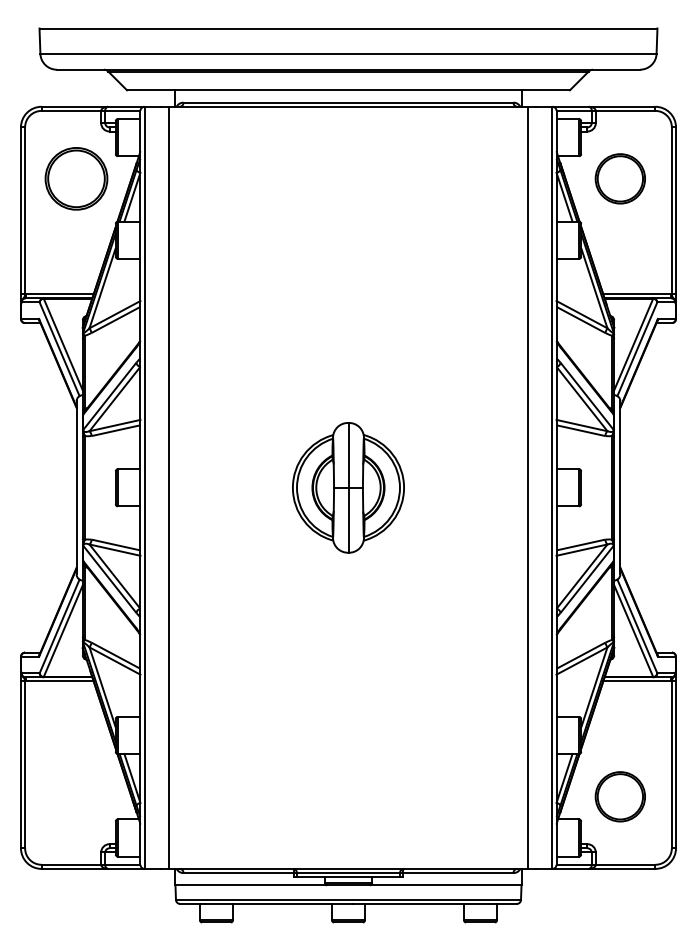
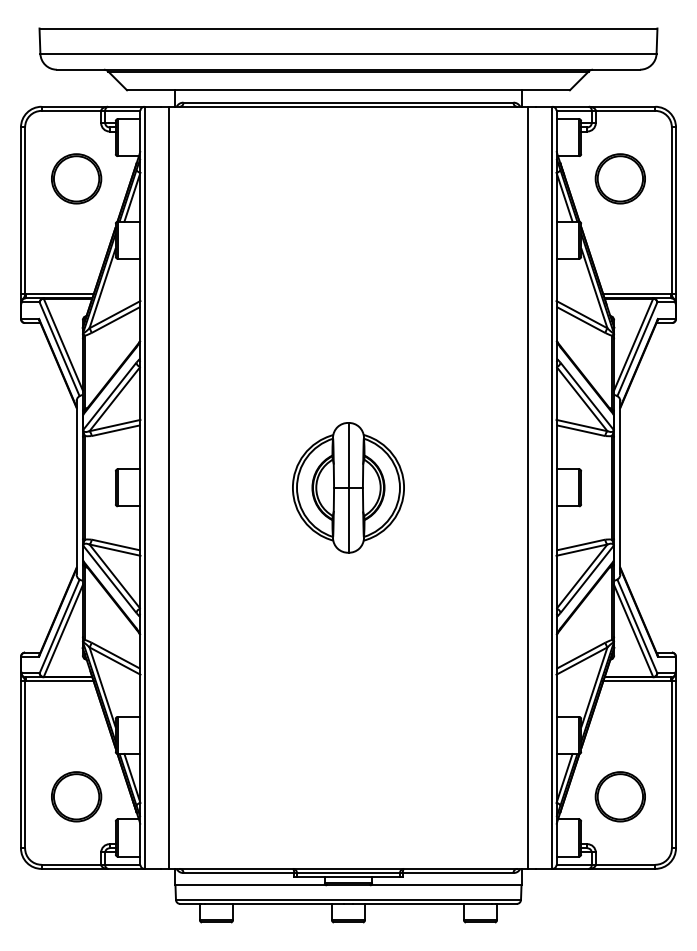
part at (76, 178) size: 65x64 px -> 52x52 px
part at (76, 796): none -> present
